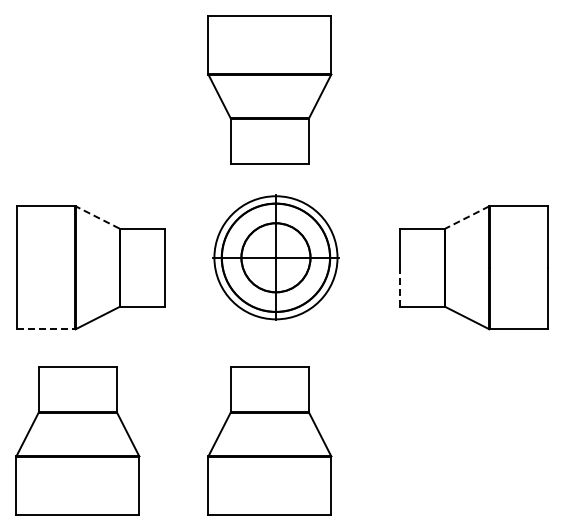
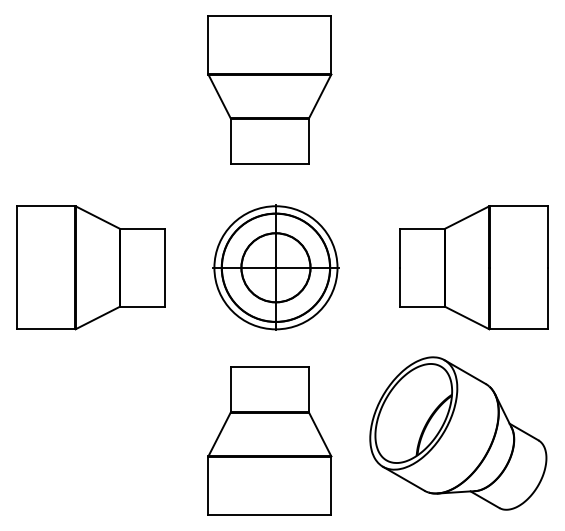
line at (97, 217): dashed -> solid
line at (467, 217): dashed -> solid
part at (275, 257) position: (275, 257) -> (275, 267)
line at (399, 287): dashed -> solid
line at (46, 329): dashed -> solid
part at (458, 433): none -> present
part at (77, 440): present -> none
